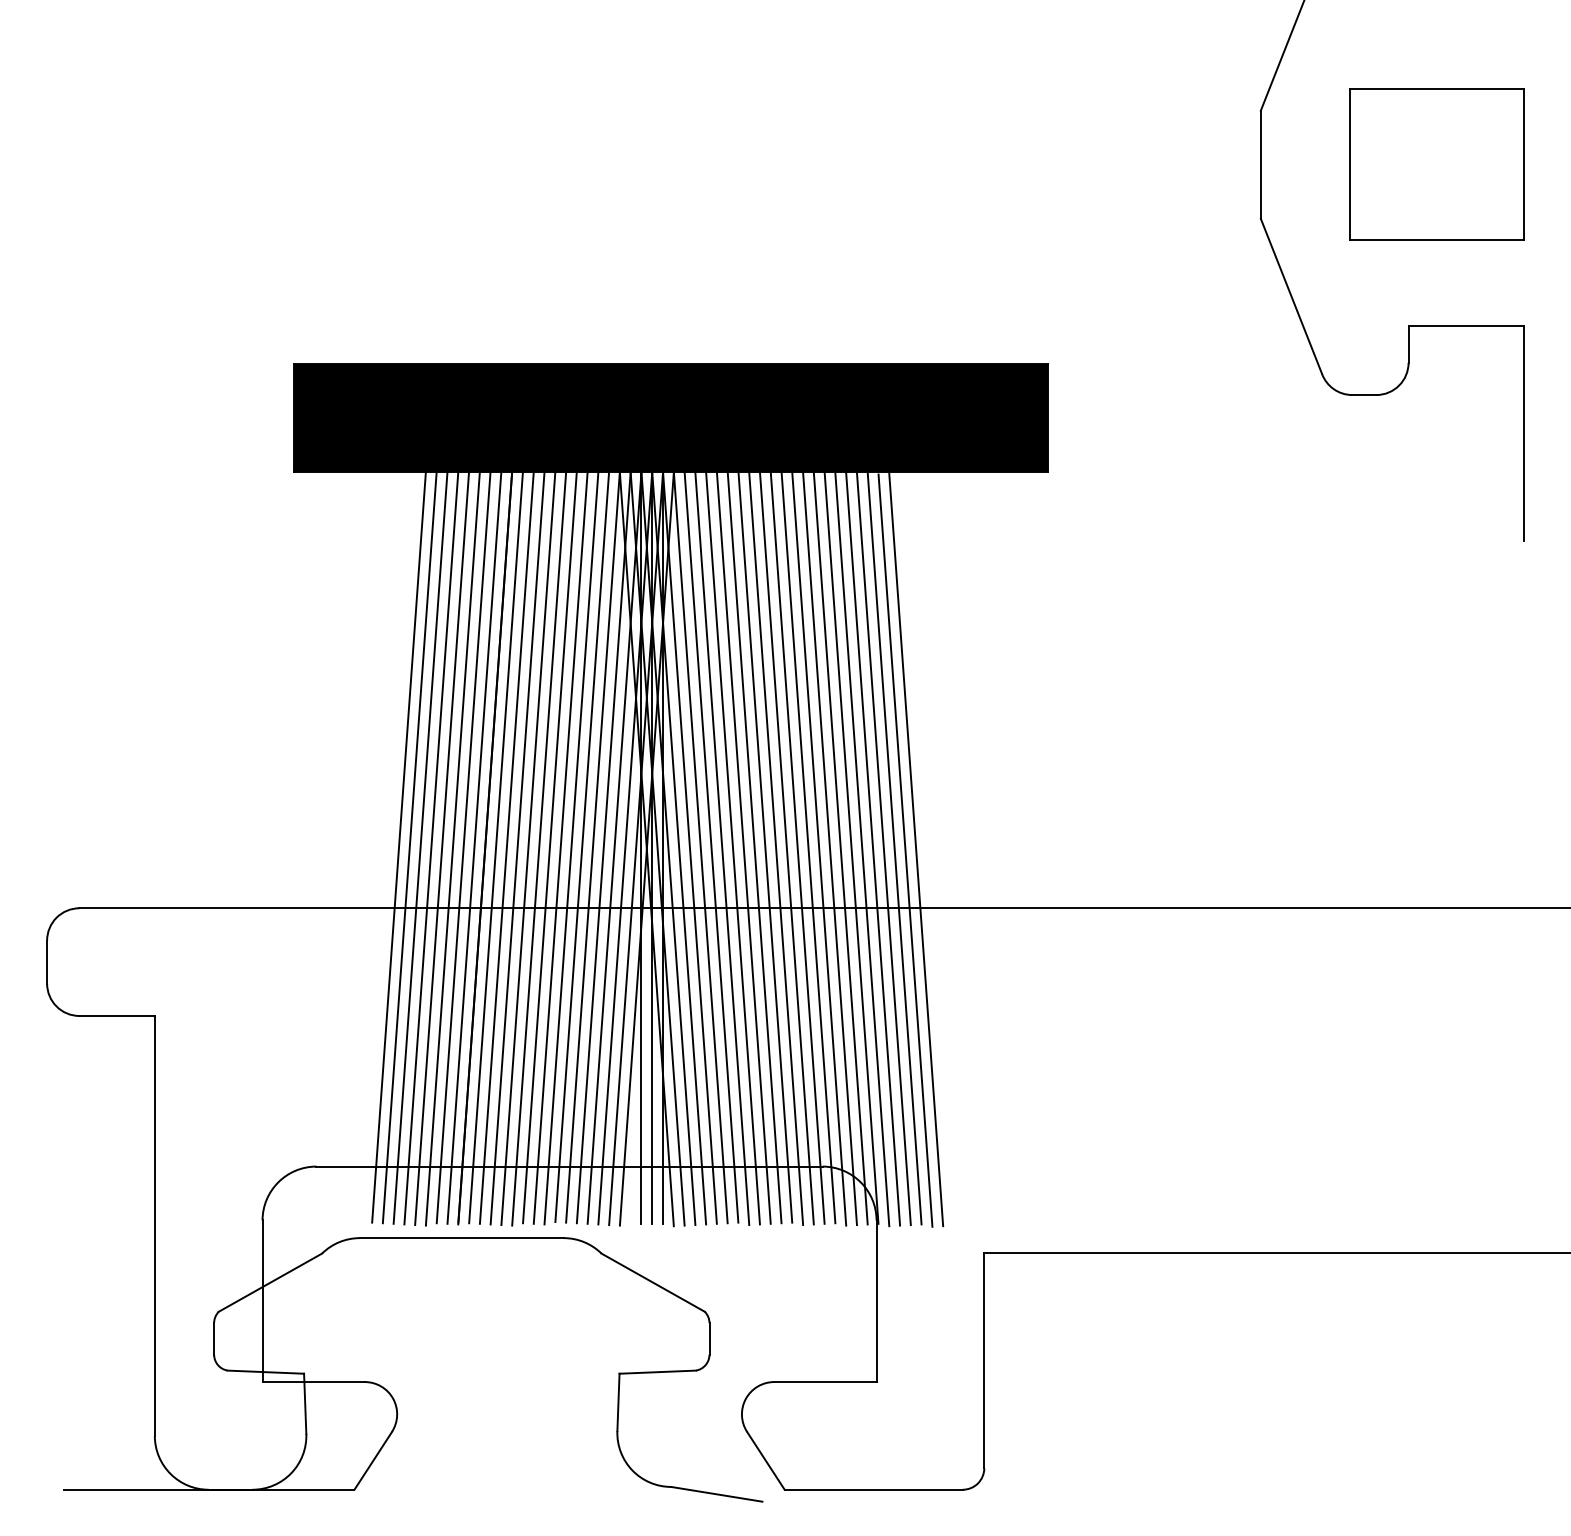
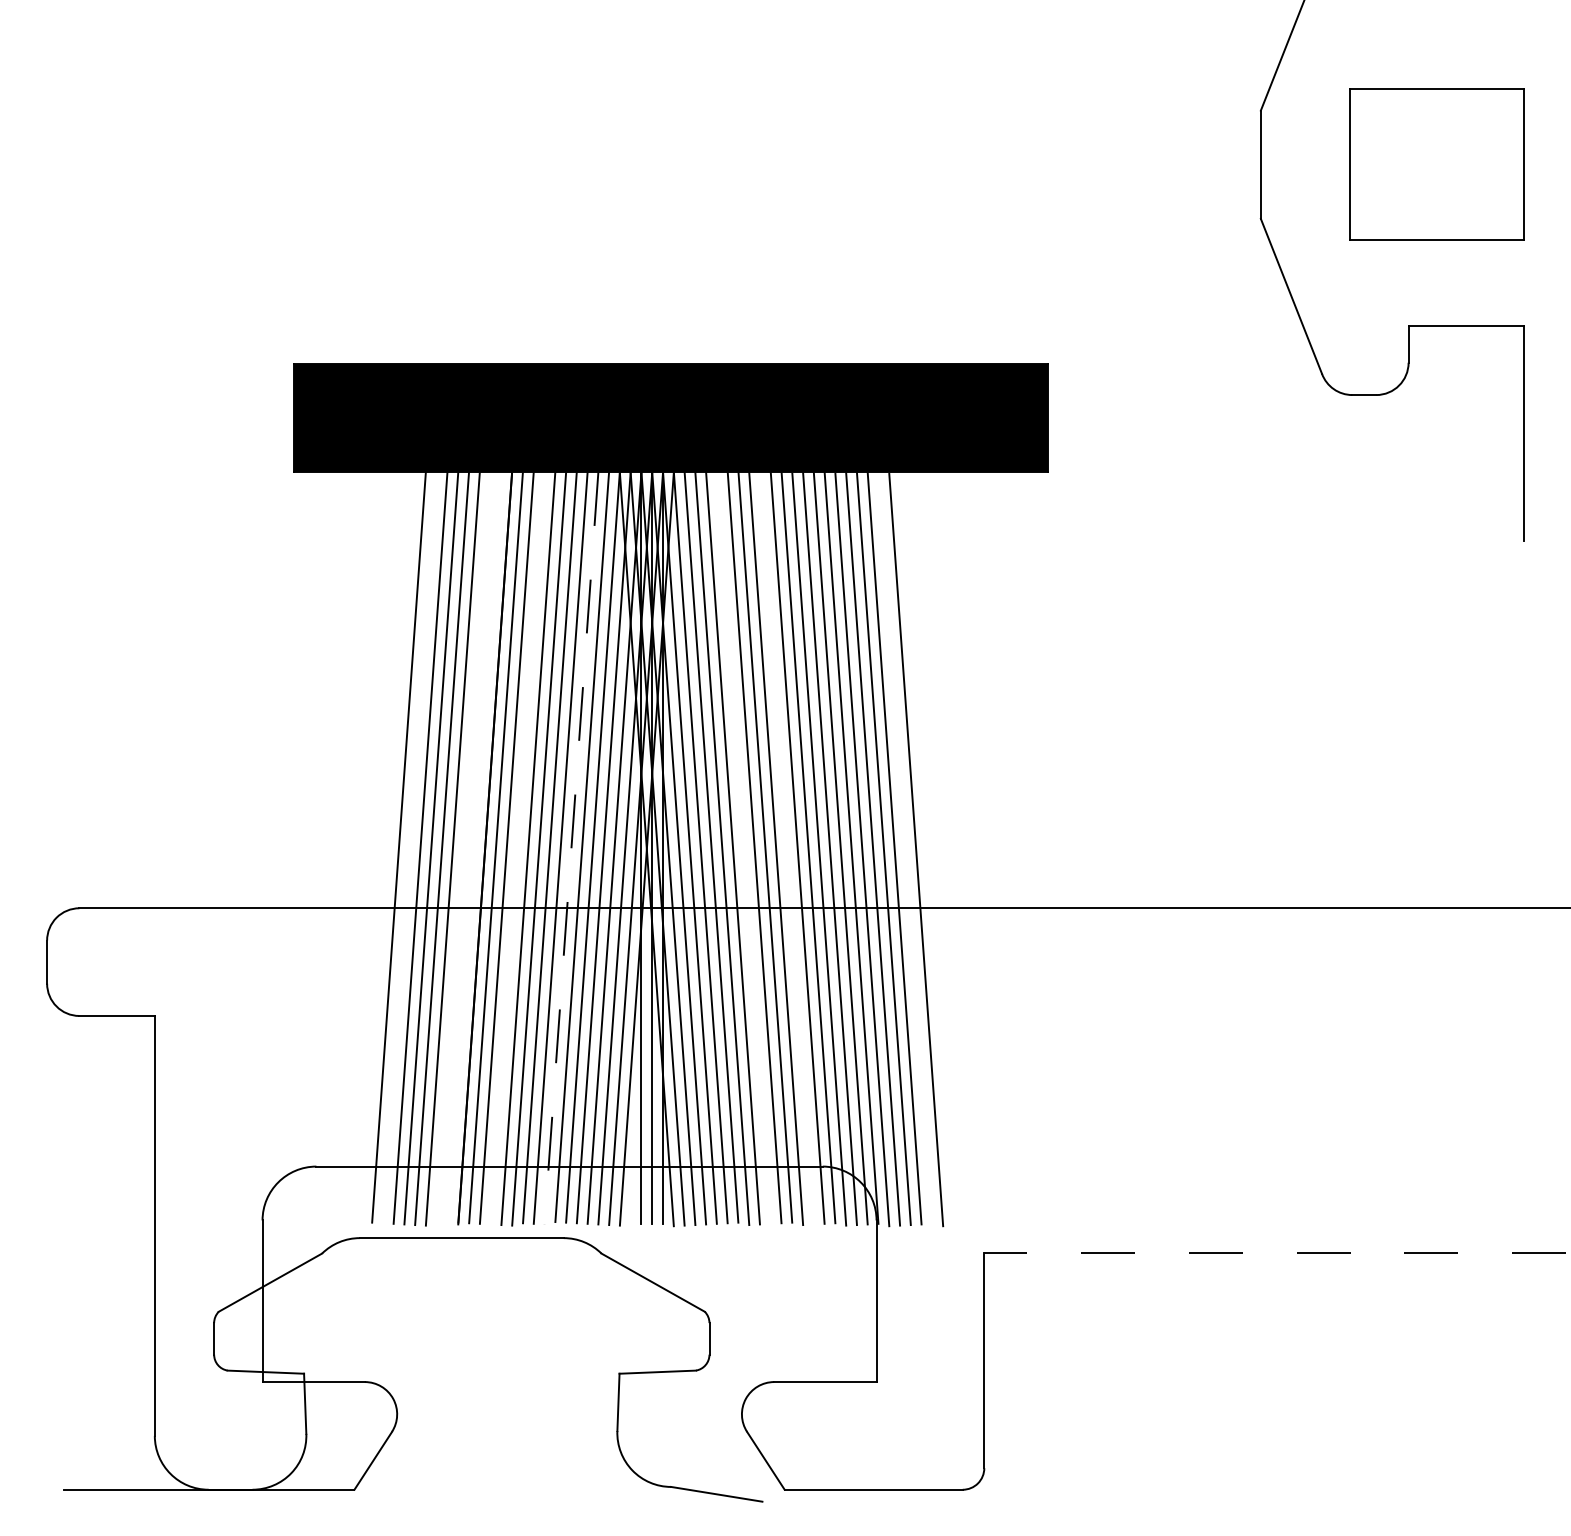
line at (409, 846): present -> none
line at (463, 846): present -> none
line at (474, 847): present -> none
line at (743, 847): present -> none
line at (517, 848): present -> none
line at (571, 848): solid -> dashed
line at (786, 848): present -> none
line at (905, 850): present -> none
line at (1277, 1252): solid -> dashed
